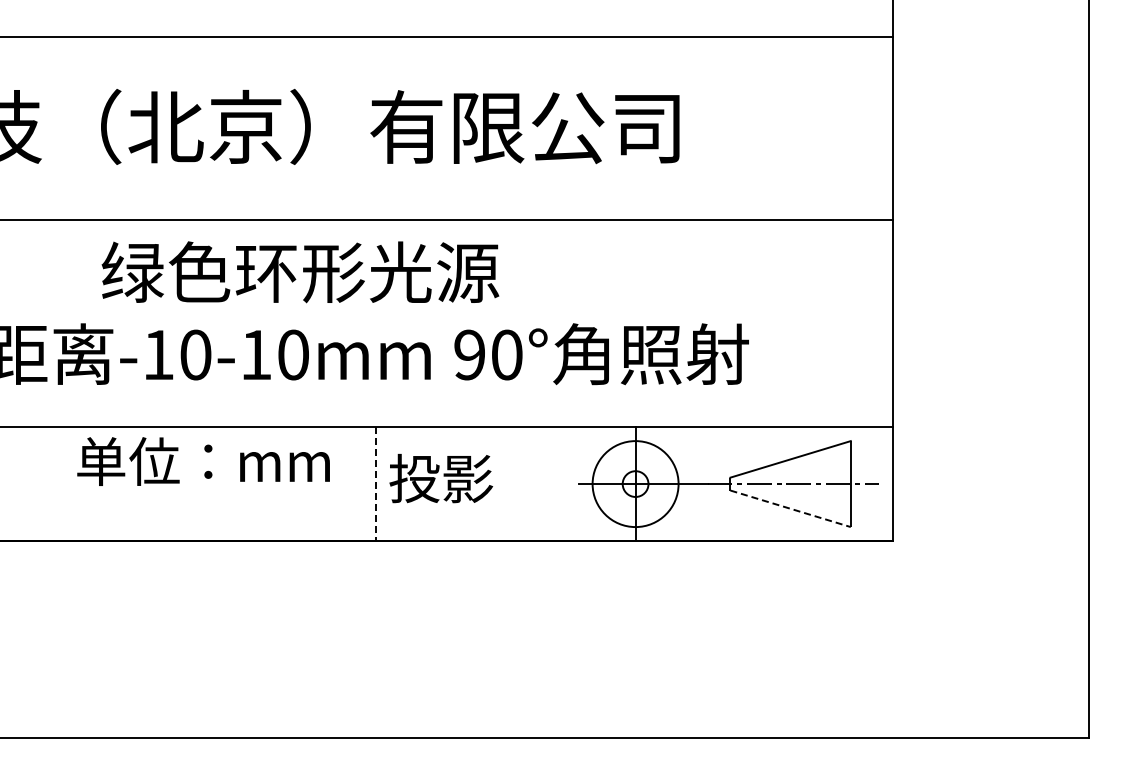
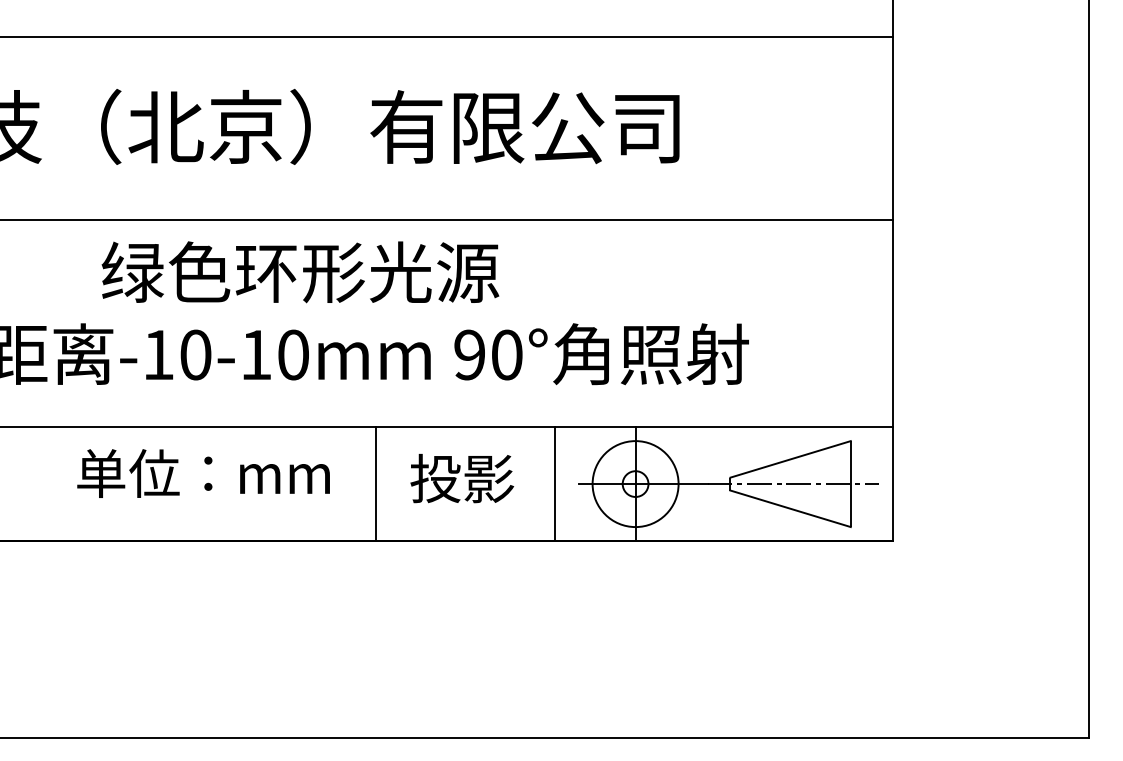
text at (203, 461) position: (203, 461) -> (203, 473)
text at (441, 478) position: (441, 478) -> (462, 478)
line at (555, 483): none -> present
line at (375, 484): dashed -> solid
line at (790, 508): dashed -> solid
